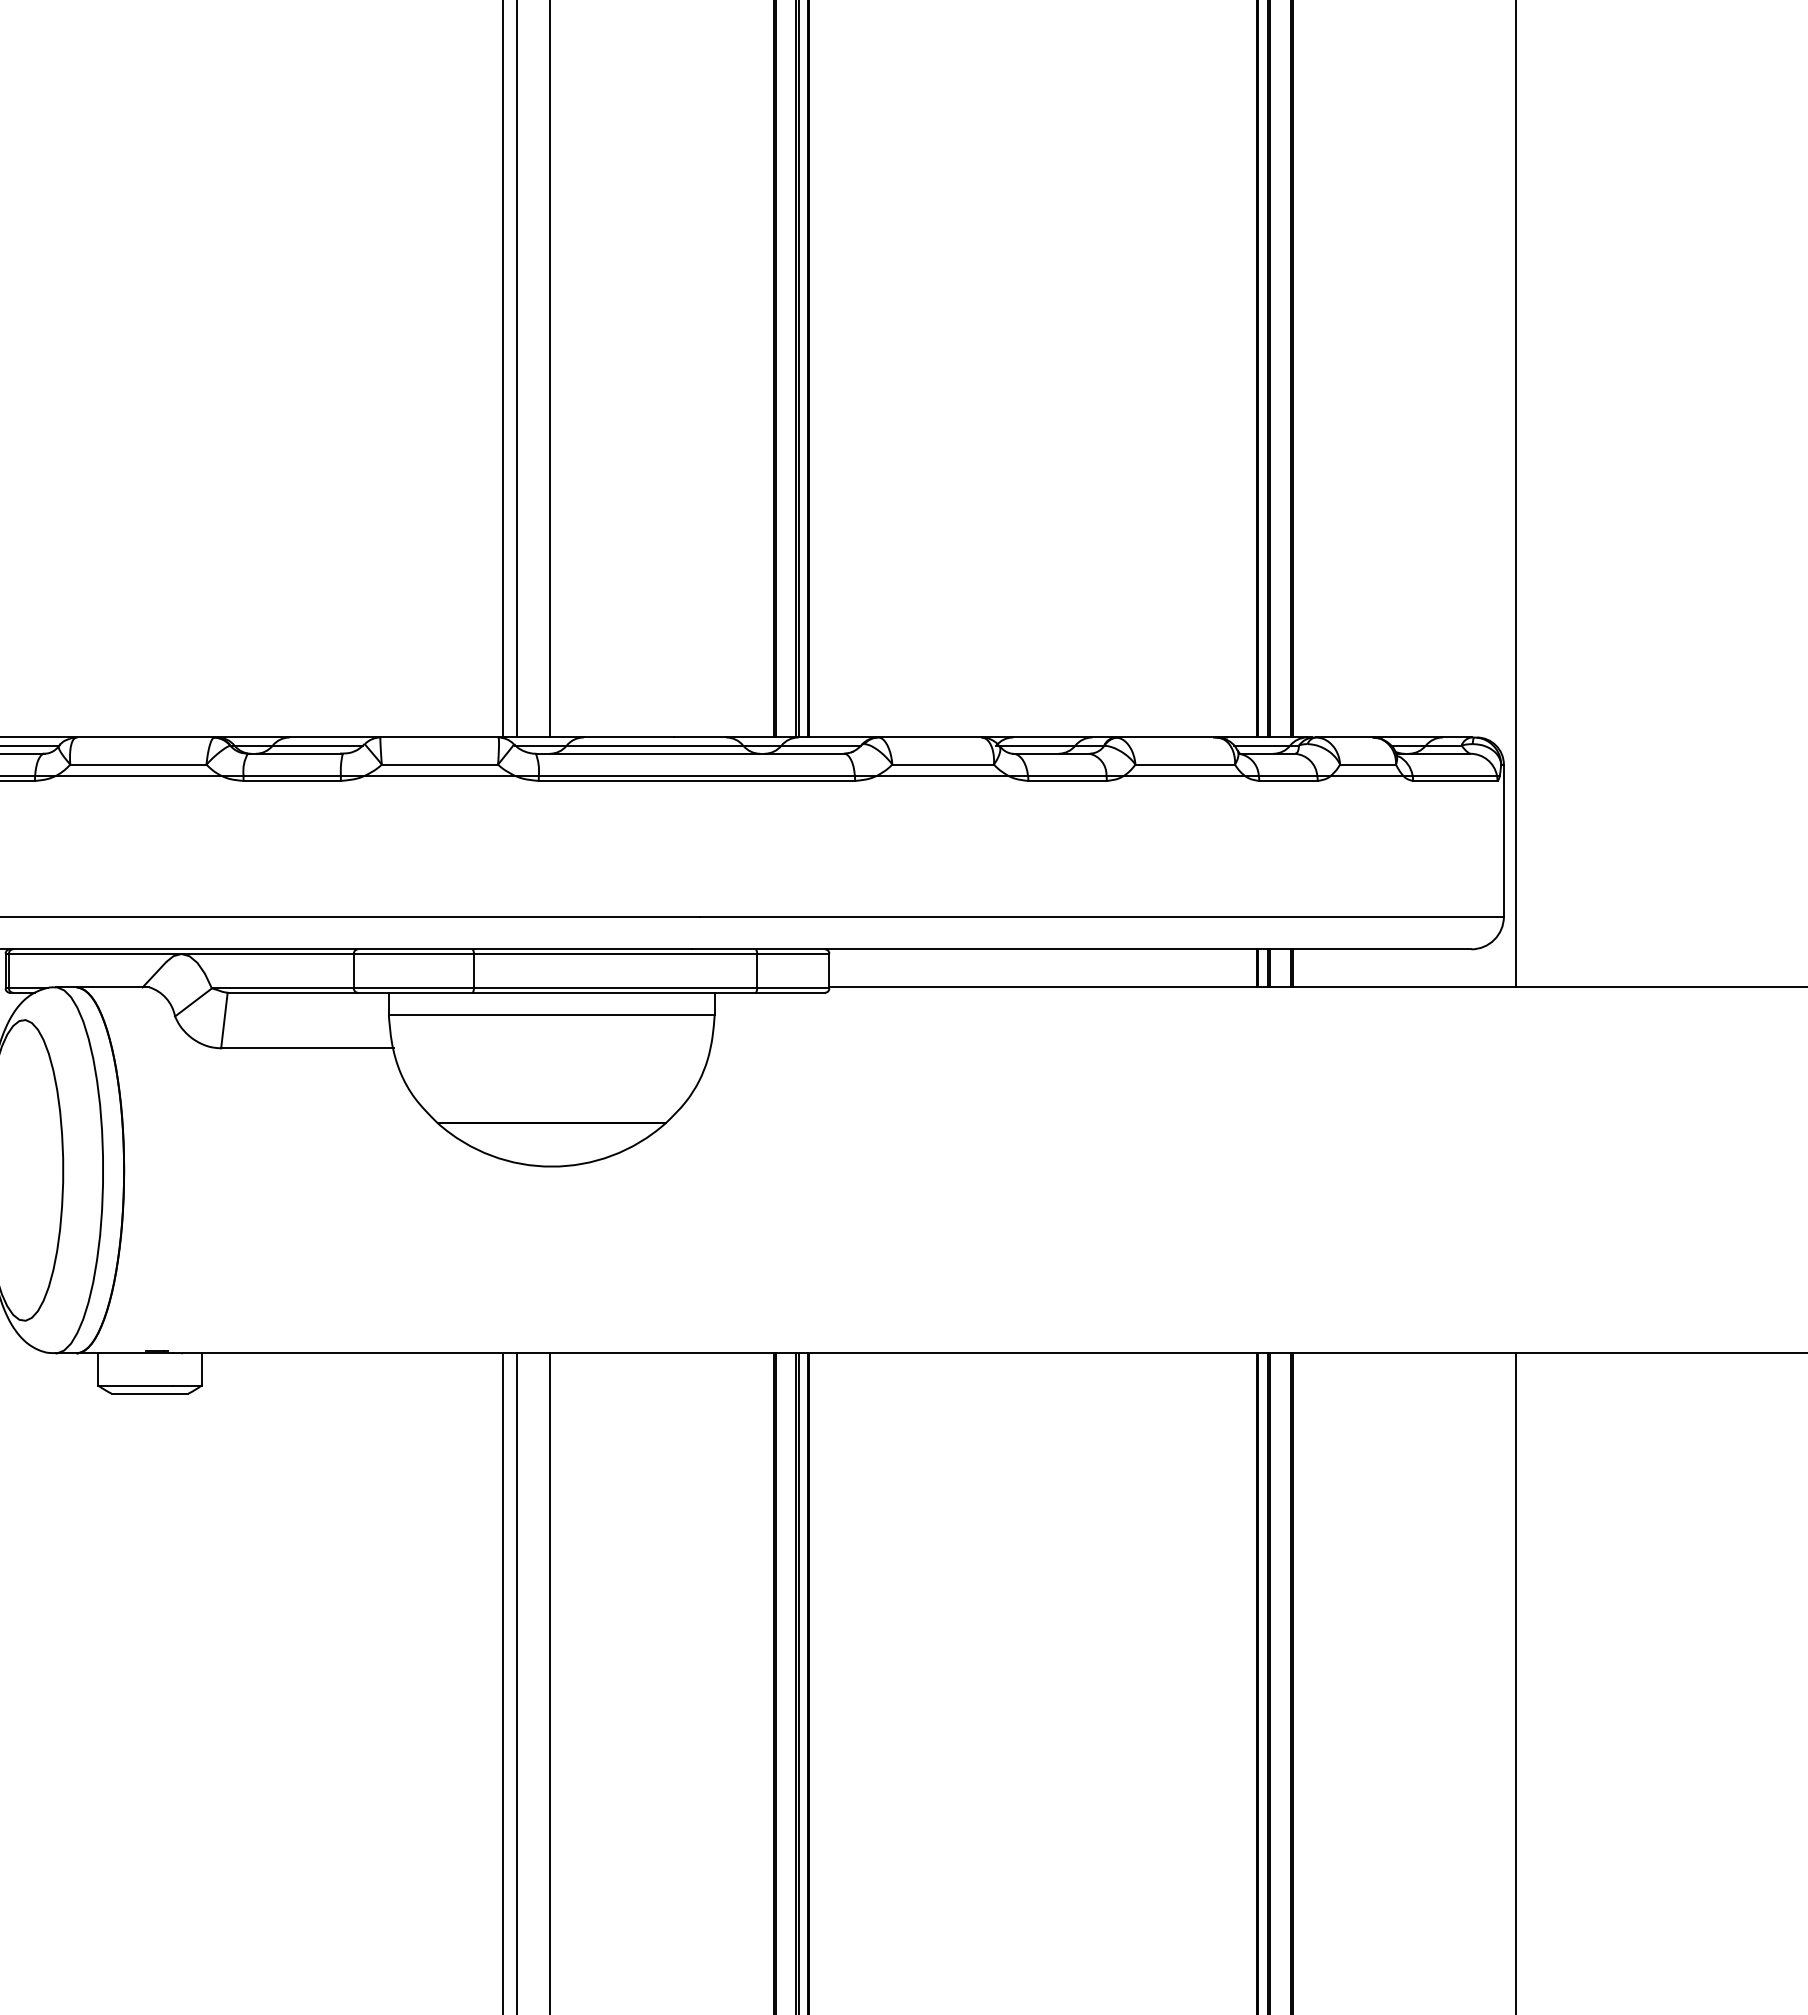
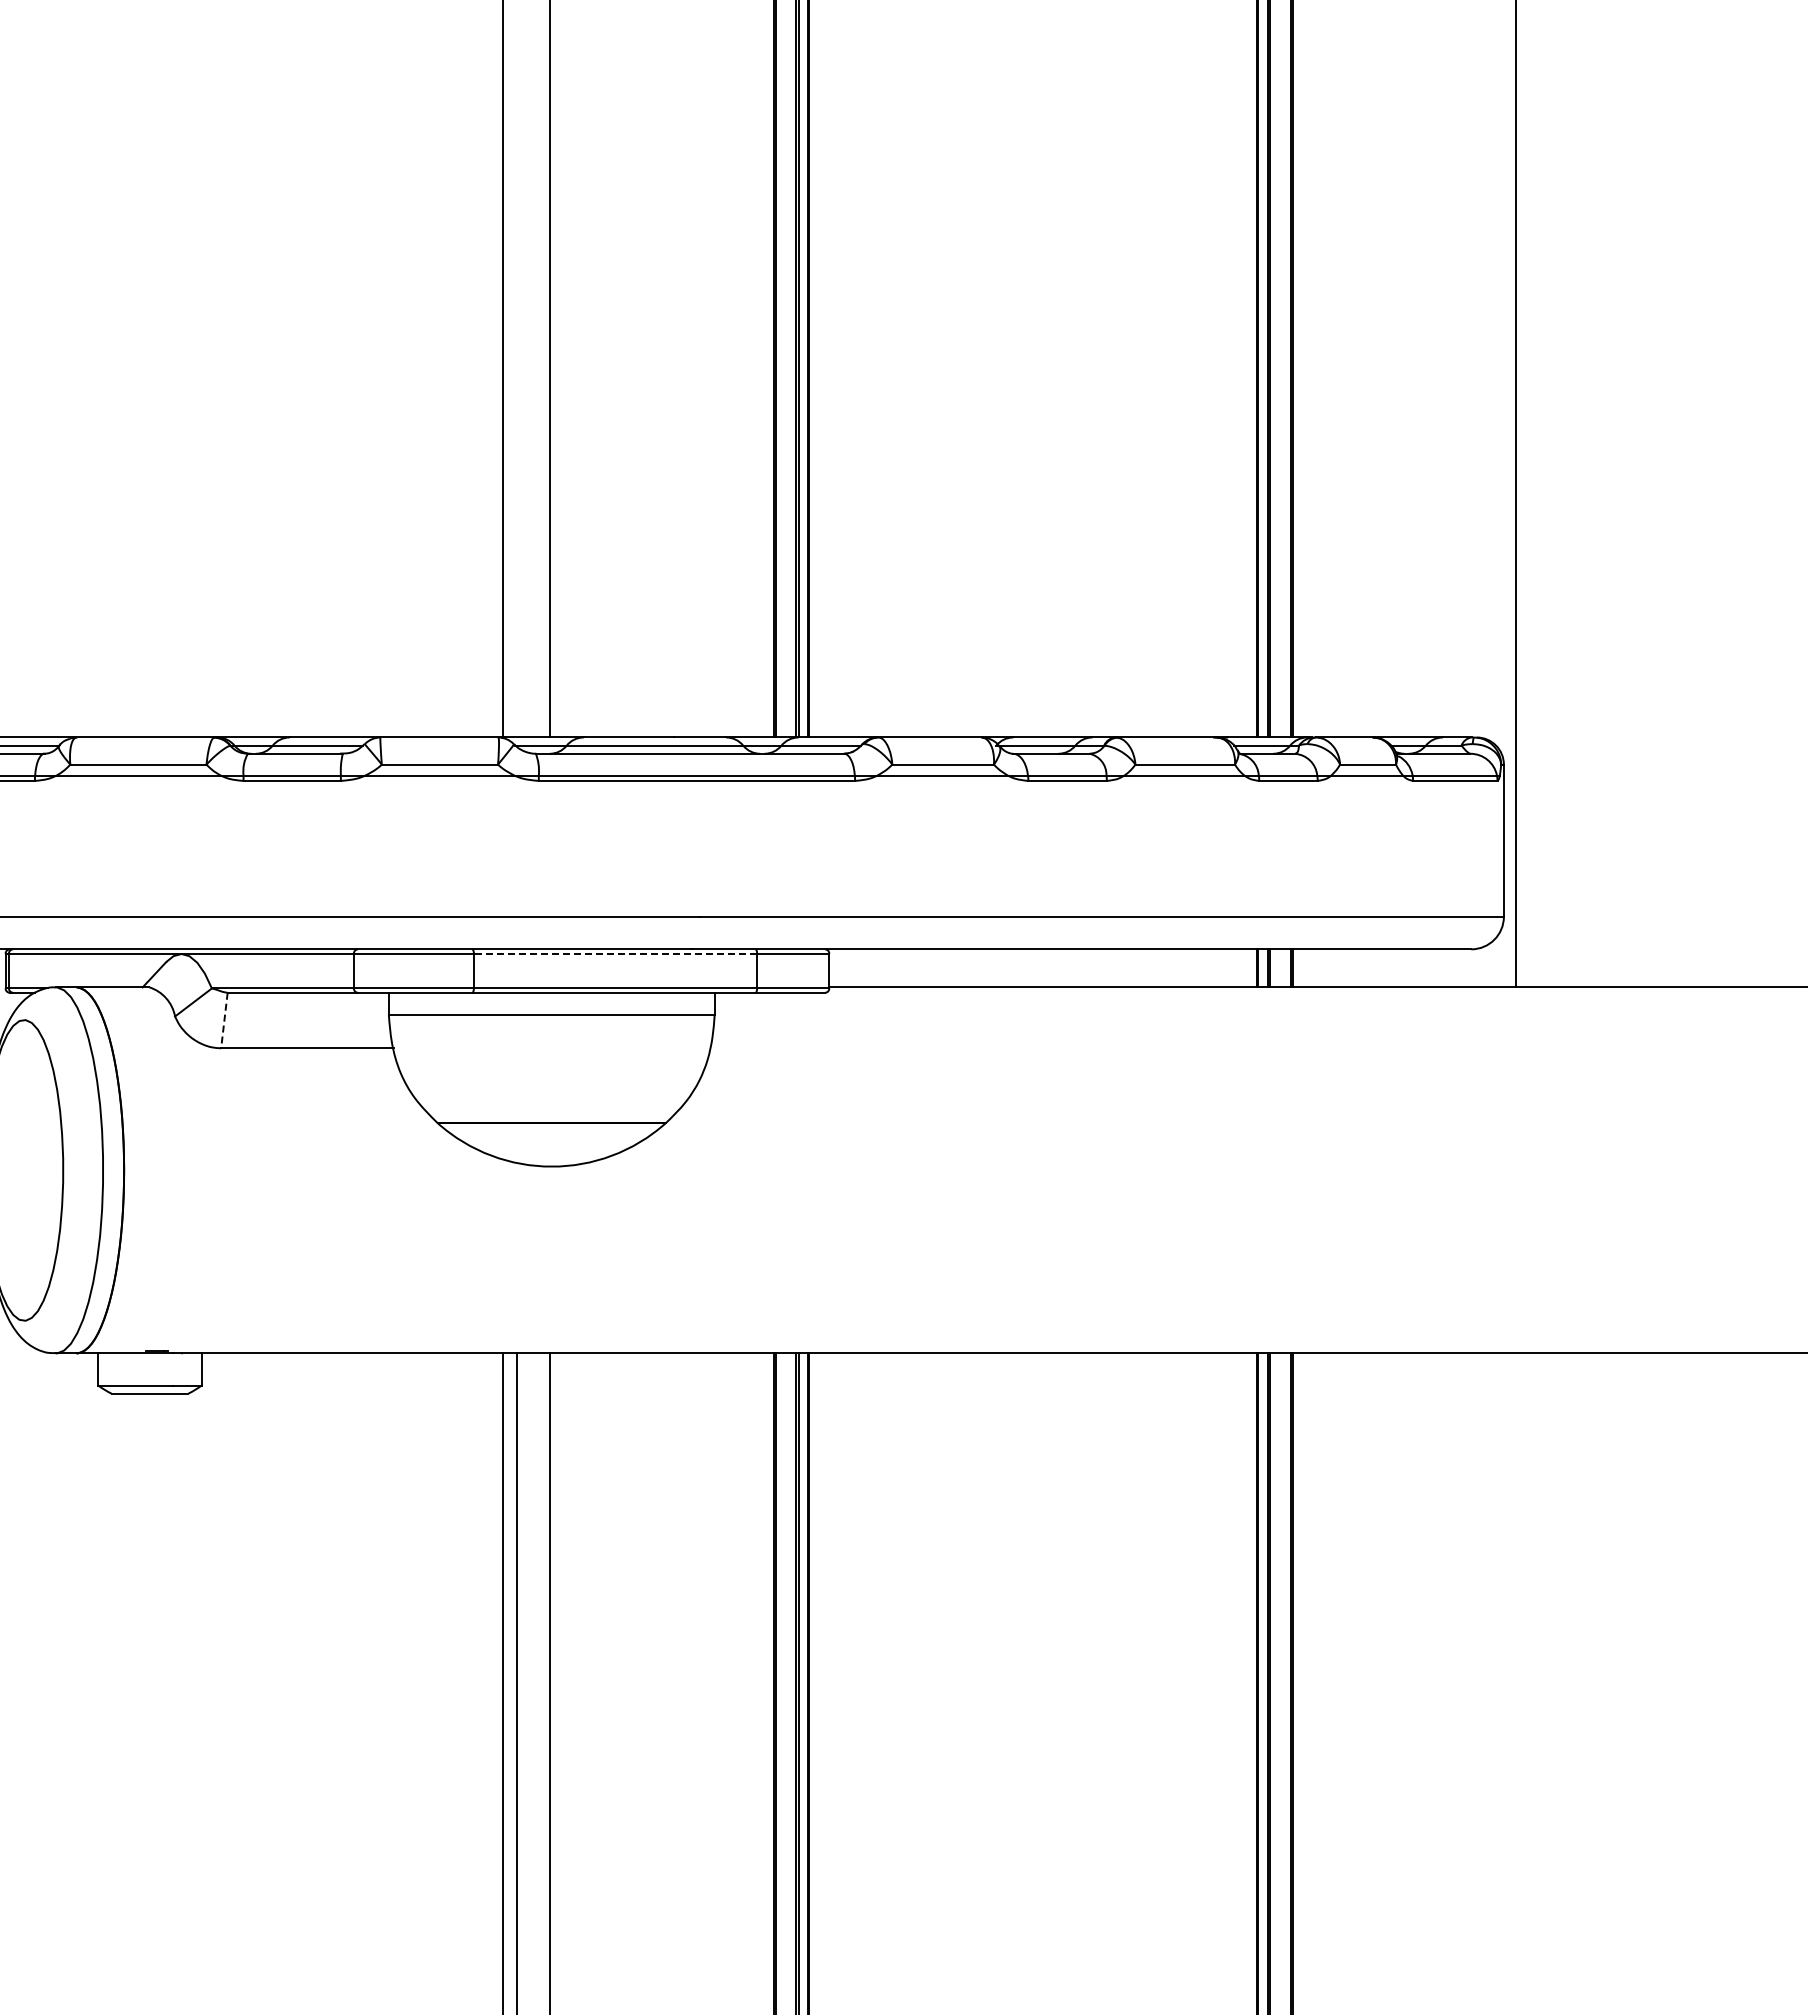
line at (516, 369): present -> none
line at (615, 953): solid -> dashed
line at (224, 1020): solid -> dashed
line at (1516, 1682): present -> none
